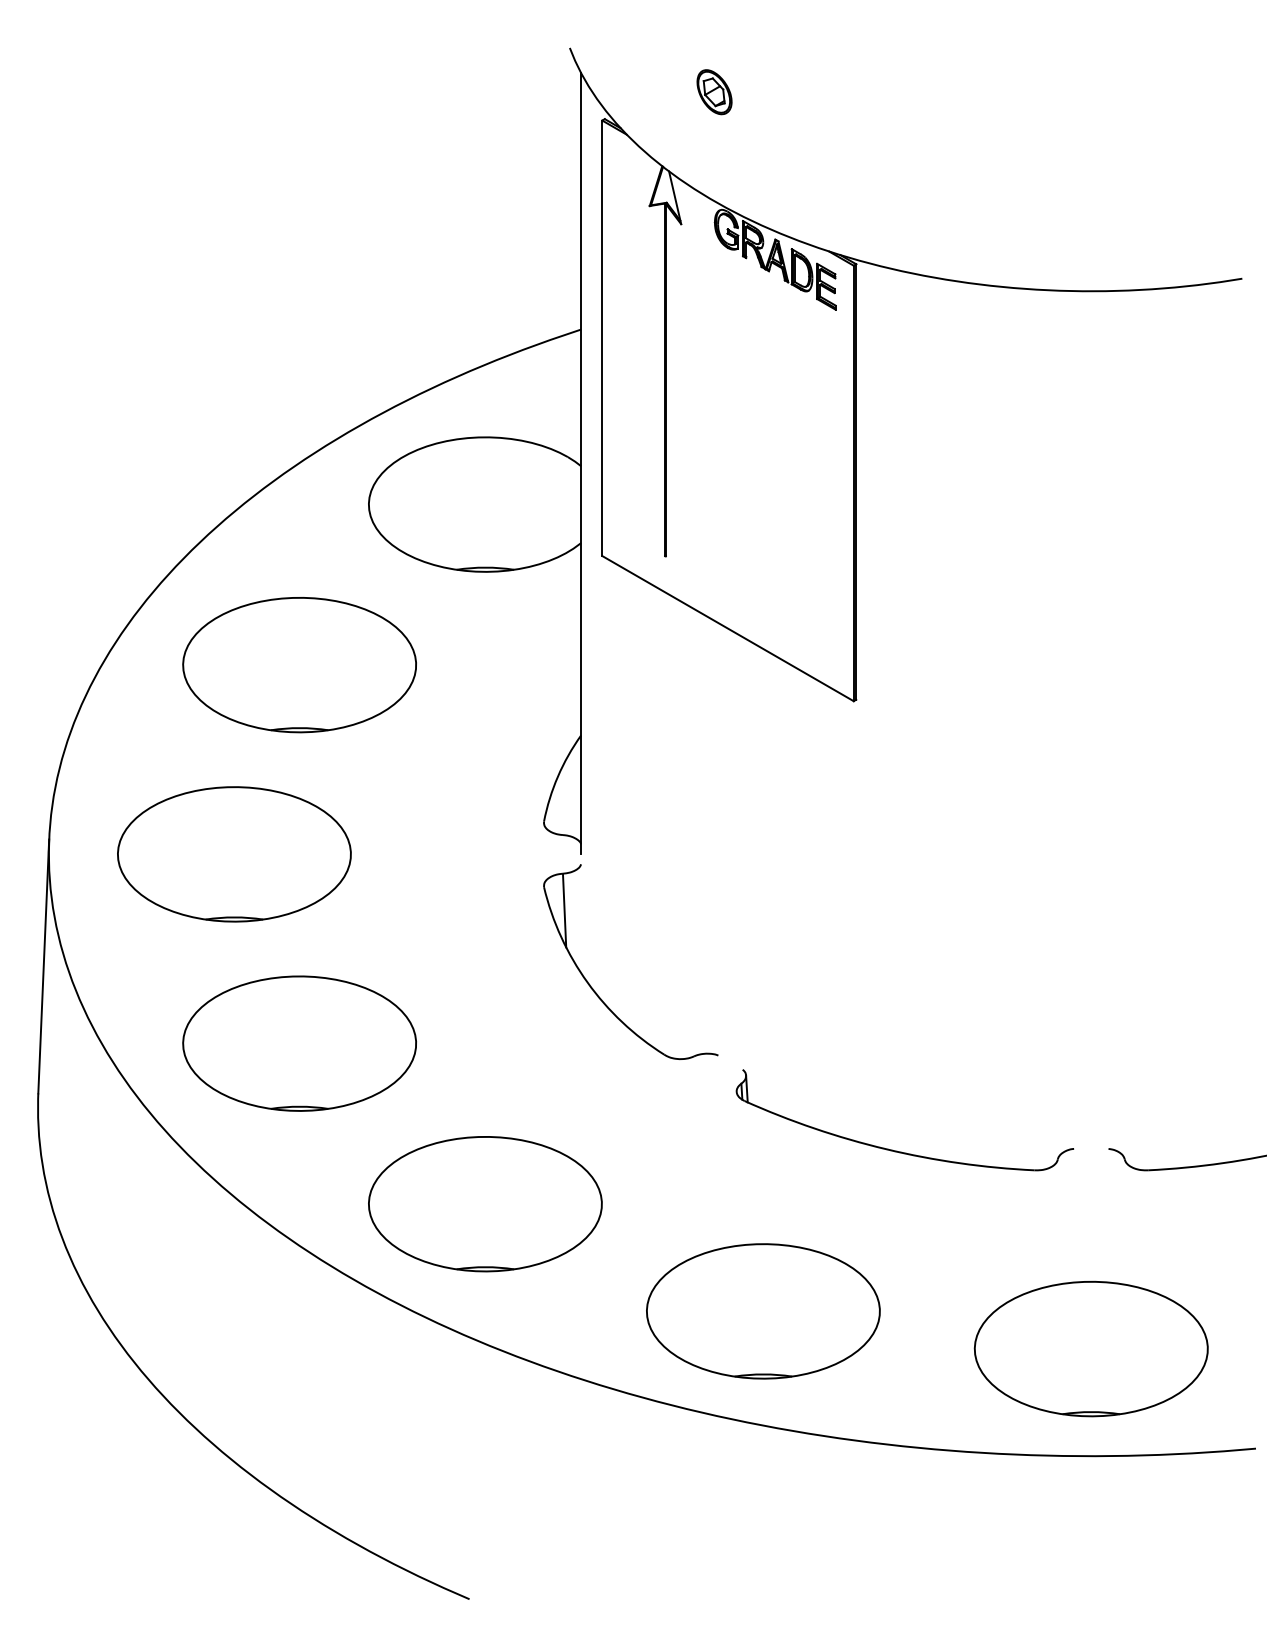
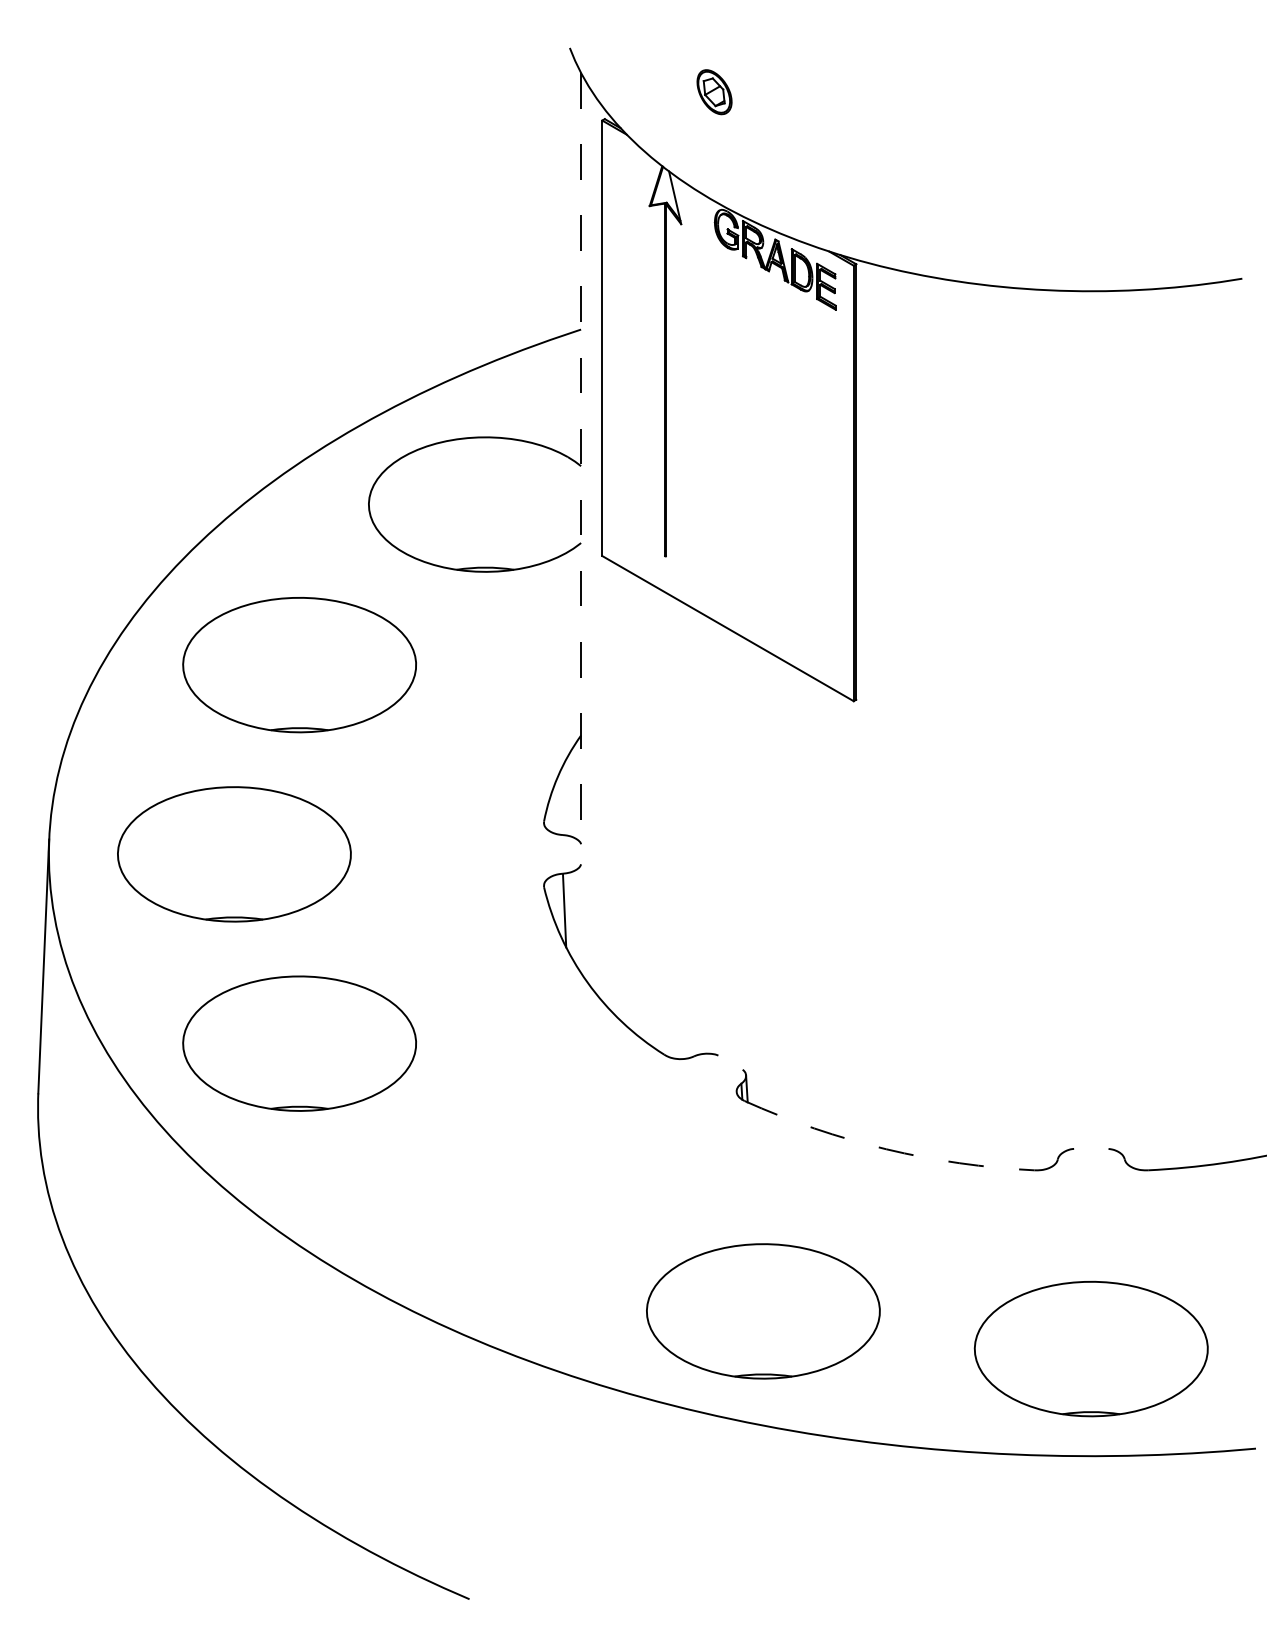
line at (581, 463): solid -> dashed
arc at (886, 1149): solid -> dashed
part at (485, 1204): present -> none
